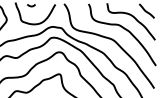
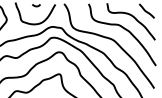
curve at (31, 5) position: (31, 5) -> (36, 5)
